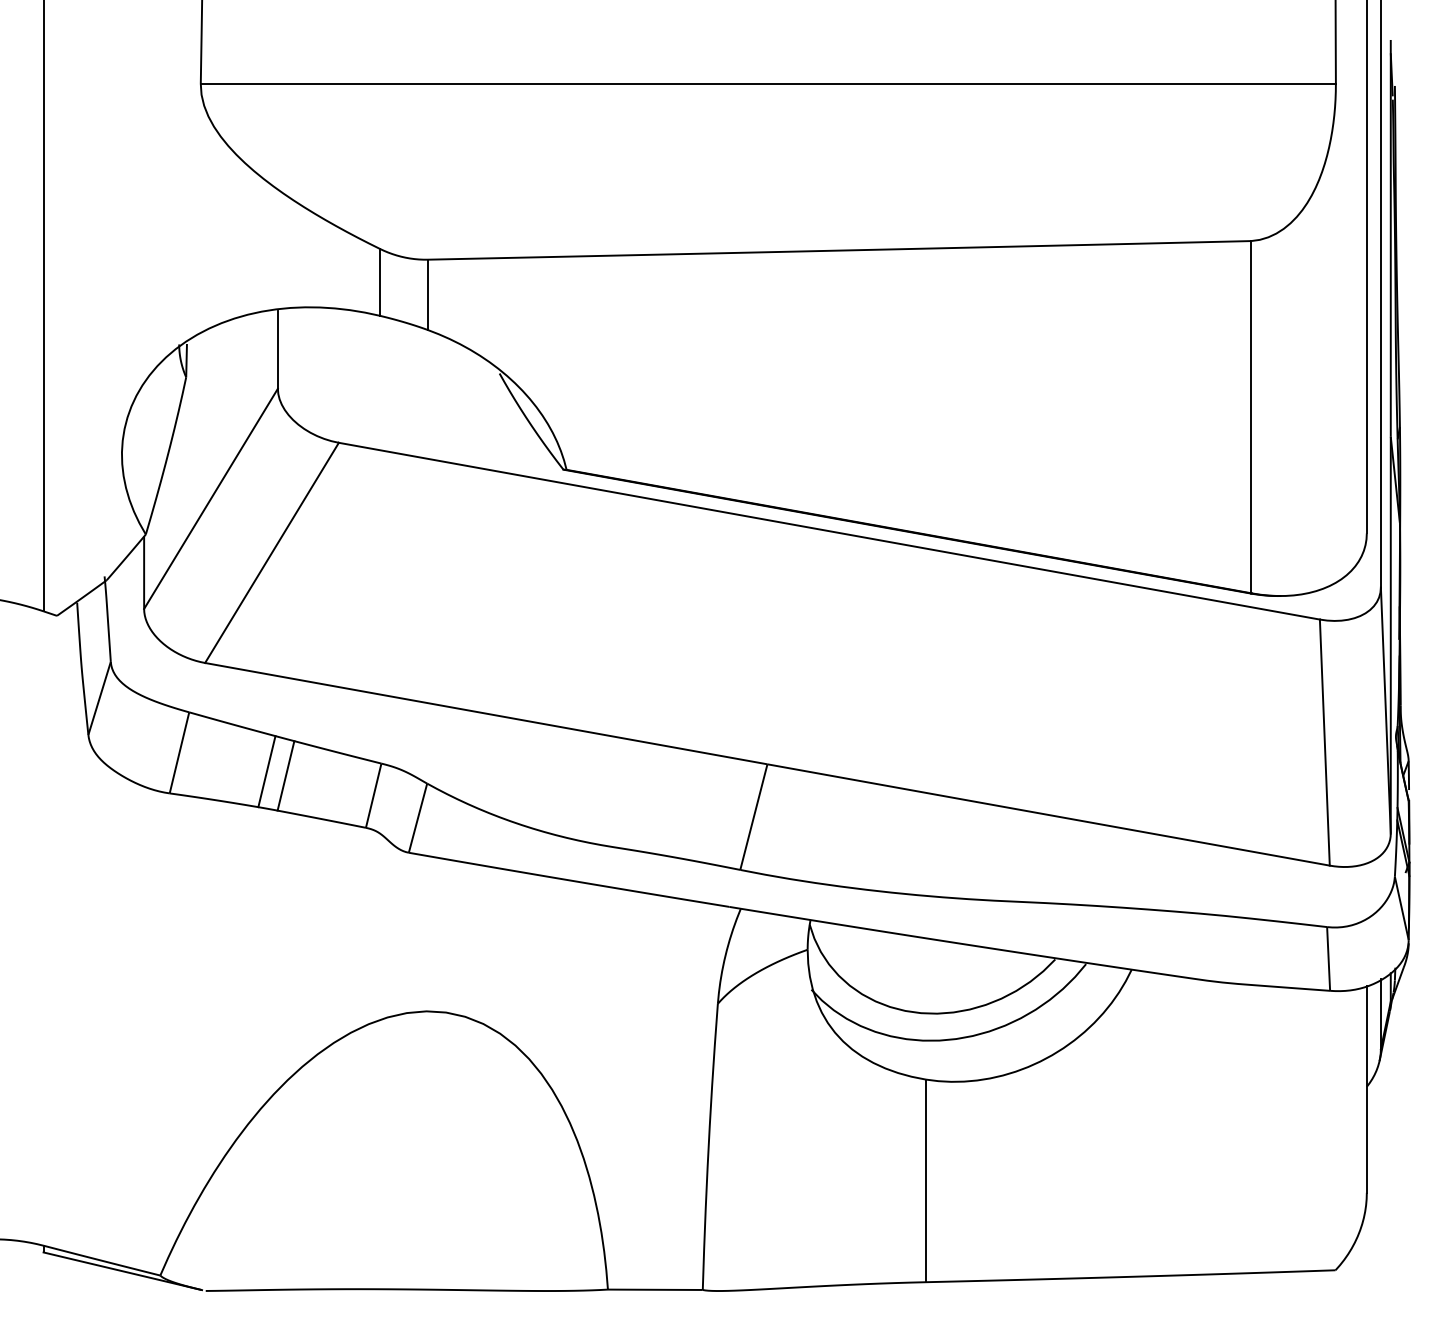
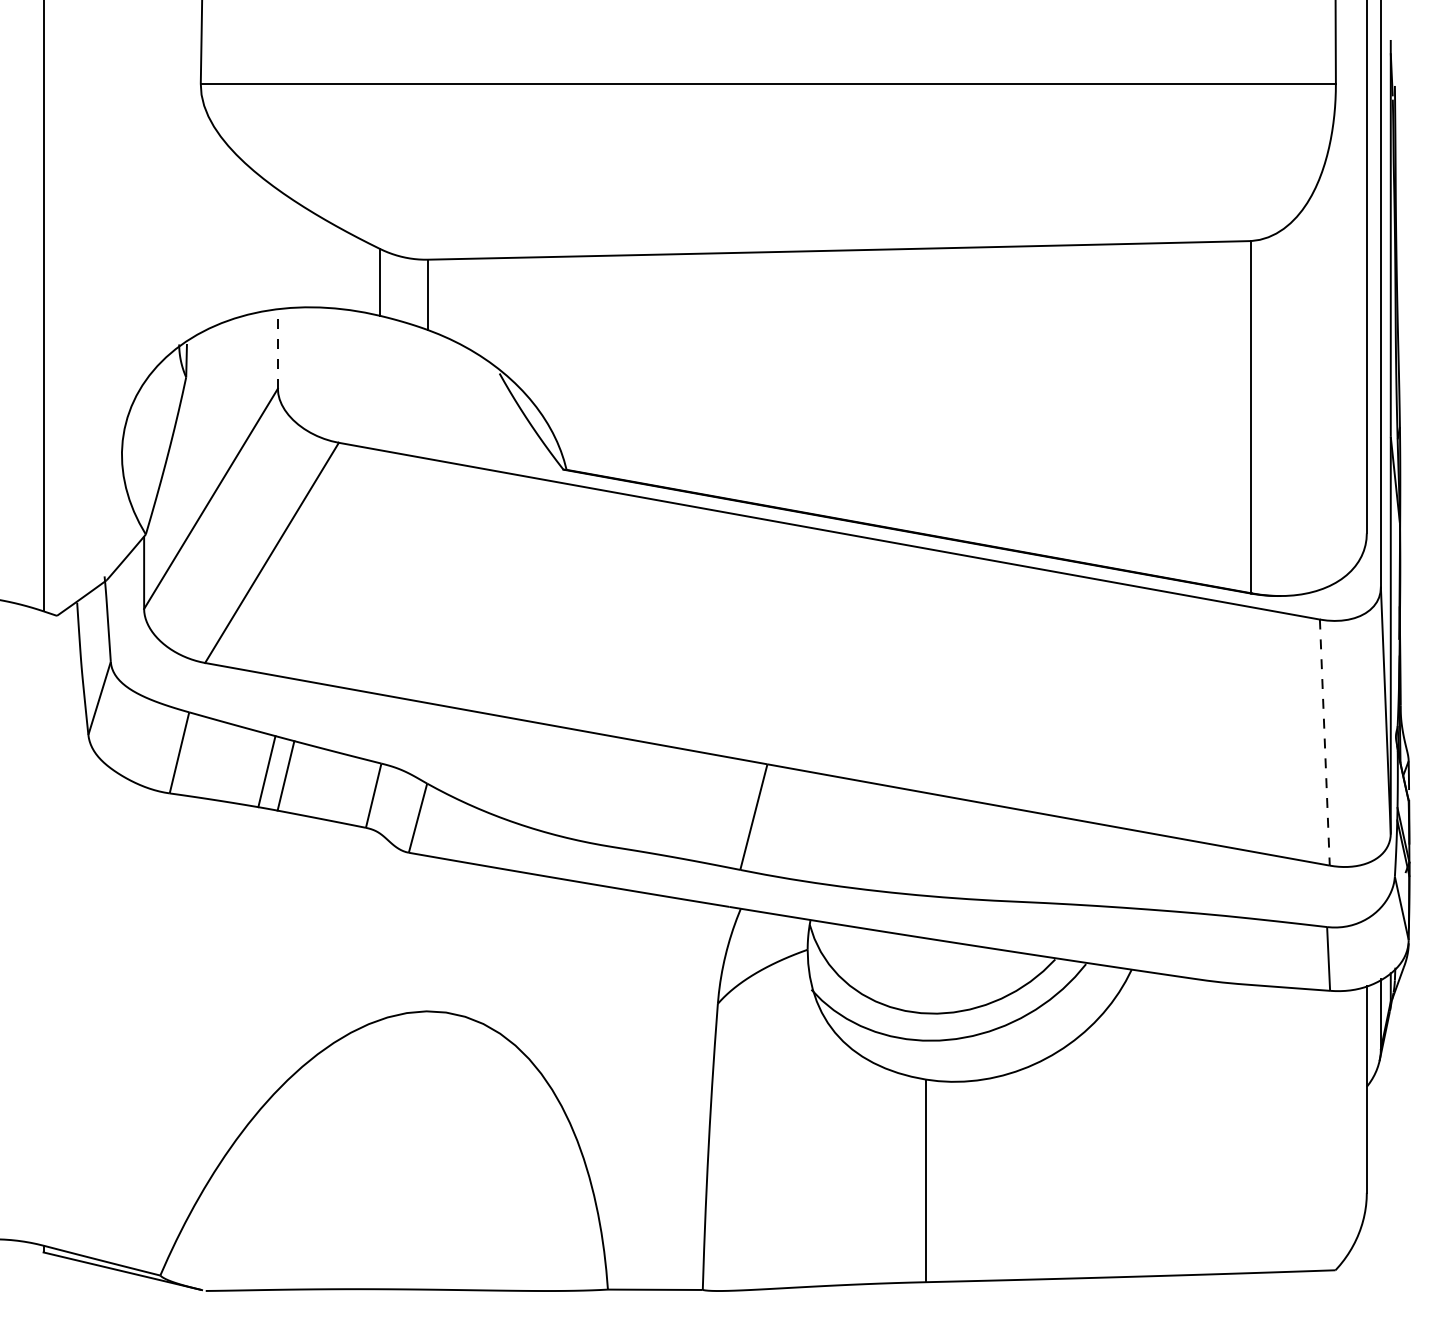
line at (277, 349): solid -> dashed
line at (1324, 743): solid -> dashed
